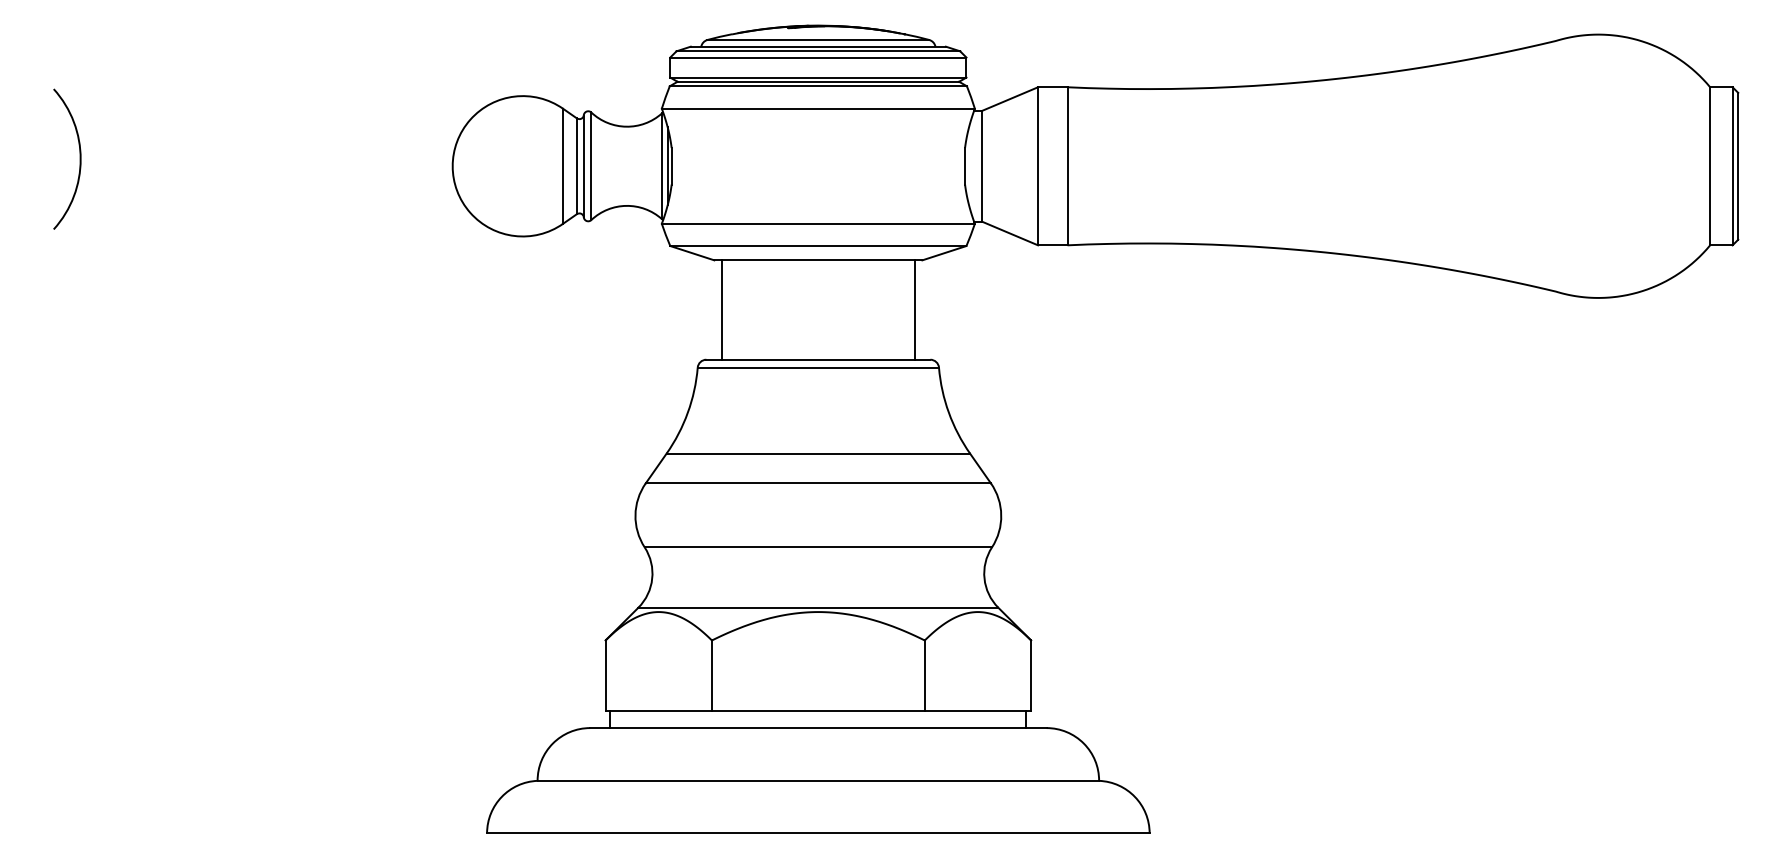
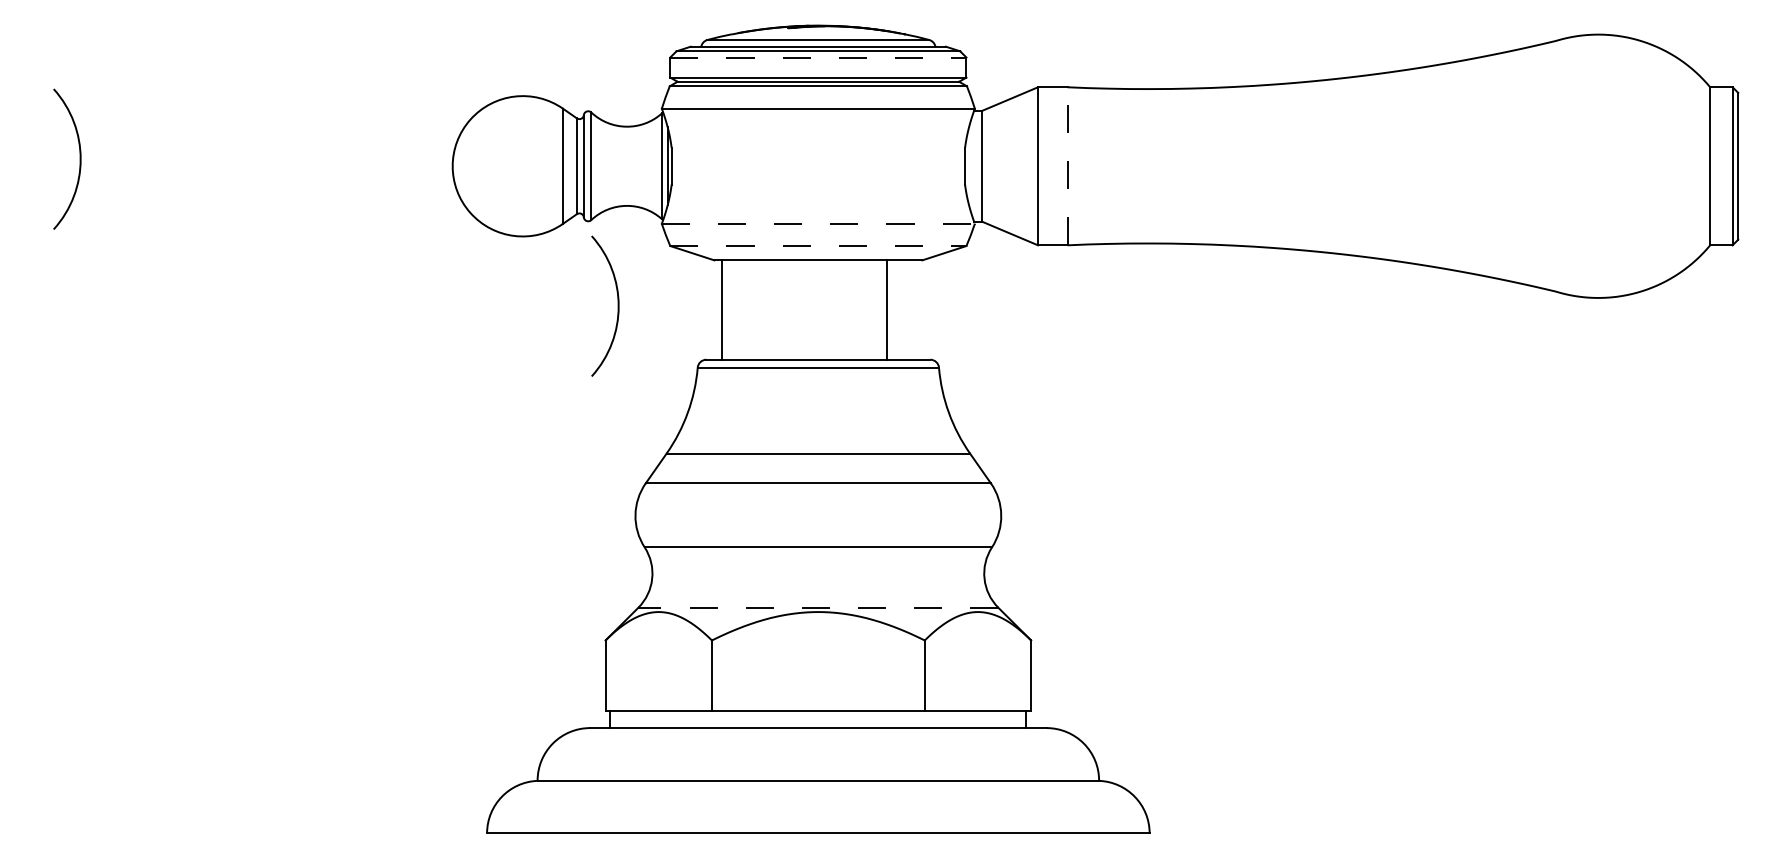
line at (818, 57): solid -> dashed
line at (1067, 165): solid -> dashed
line at (818, 223): solid -> dashed
line at (818, 246): solid -> dashed
arc at (617, 305): none -> present
line at (914, 309) position: (914, 309) -> (886, 309)
line at (817, 607): solid -> dashed
